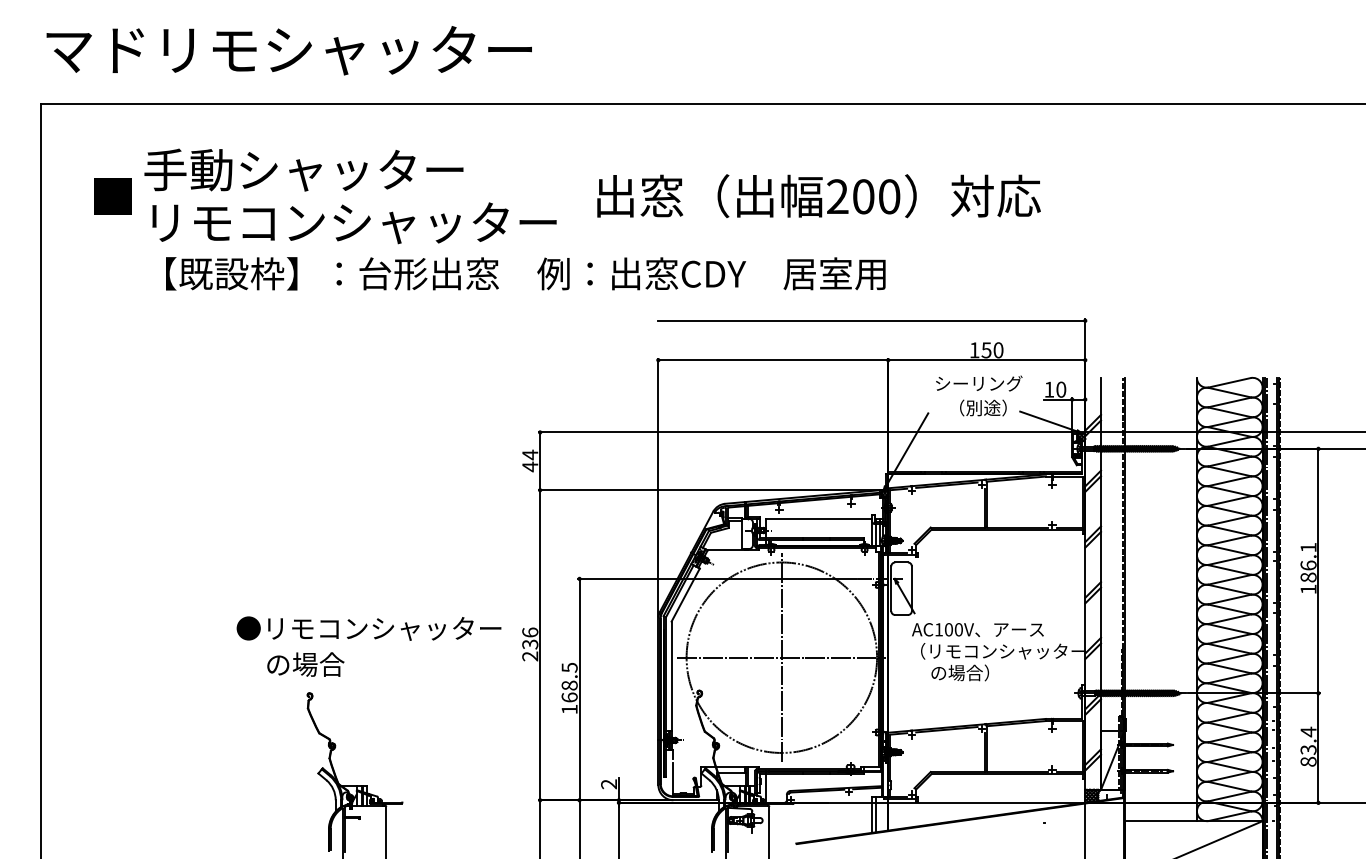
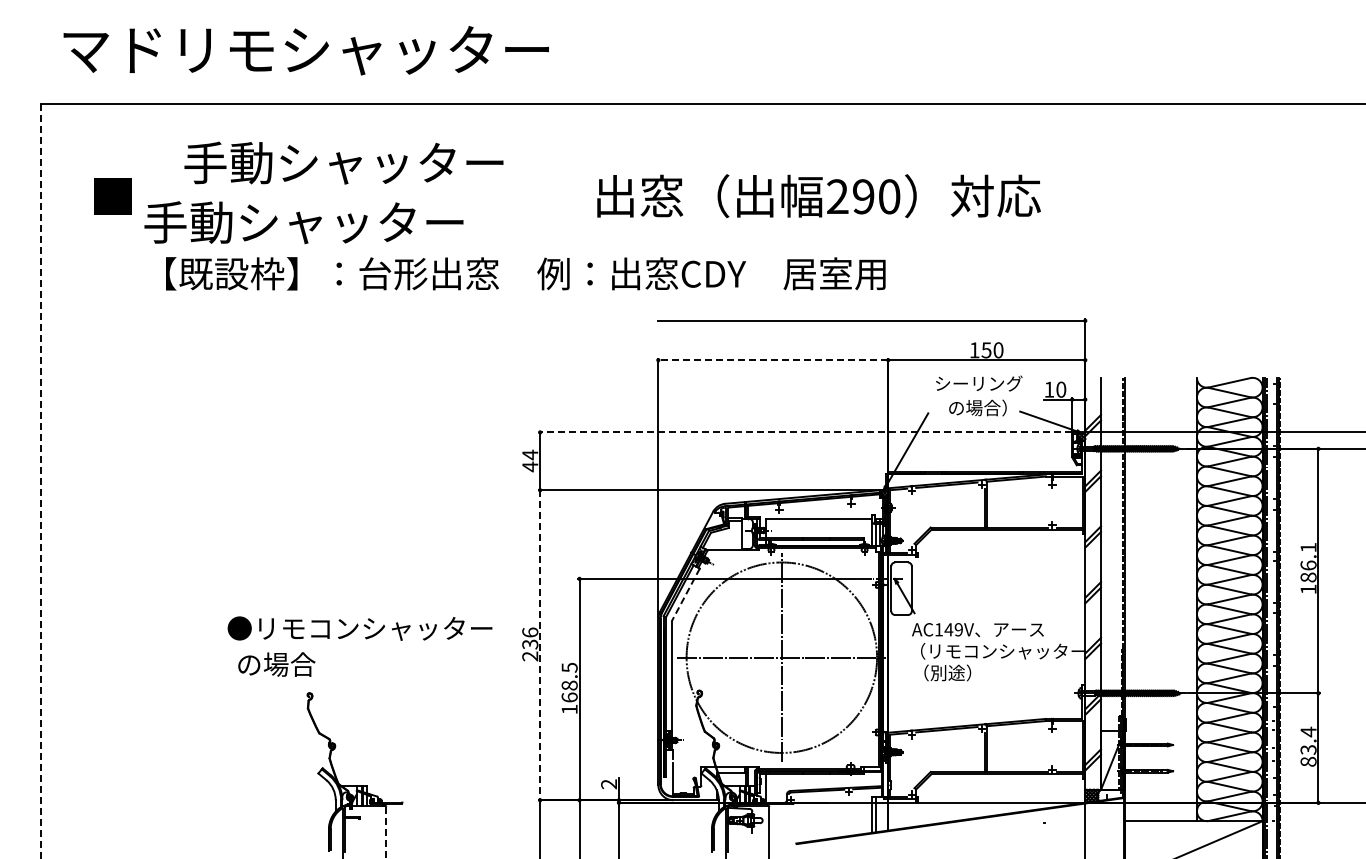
text at (288, 50) position: (288, 50) -> (305, 50)
text at (303, 169) position: (303, 169) -> (343, 162)
text at (863, 196): 200 -> 290
text at (350, 222): リモコンシャッター -> 手動シャッター
line at (773, 360): solid -> dashed
text at (974, 407): （別途） -> の場合）
line at (804, 432): solid -> dashed
line at (40, 481): solid -> dashed
line at (685, 595): solid -> dashed
text at (368, 628) position: (368, 628) -> (359, 628)
text at (953, 629): AC100V -> AC149V
line at (540, 645): solid -> dashed
text at (305, 664) position: (305, 664) -> (276, 664)
text at (956, 672): の場合） -> （別途）
line at (386, 832): solid -> dashed
